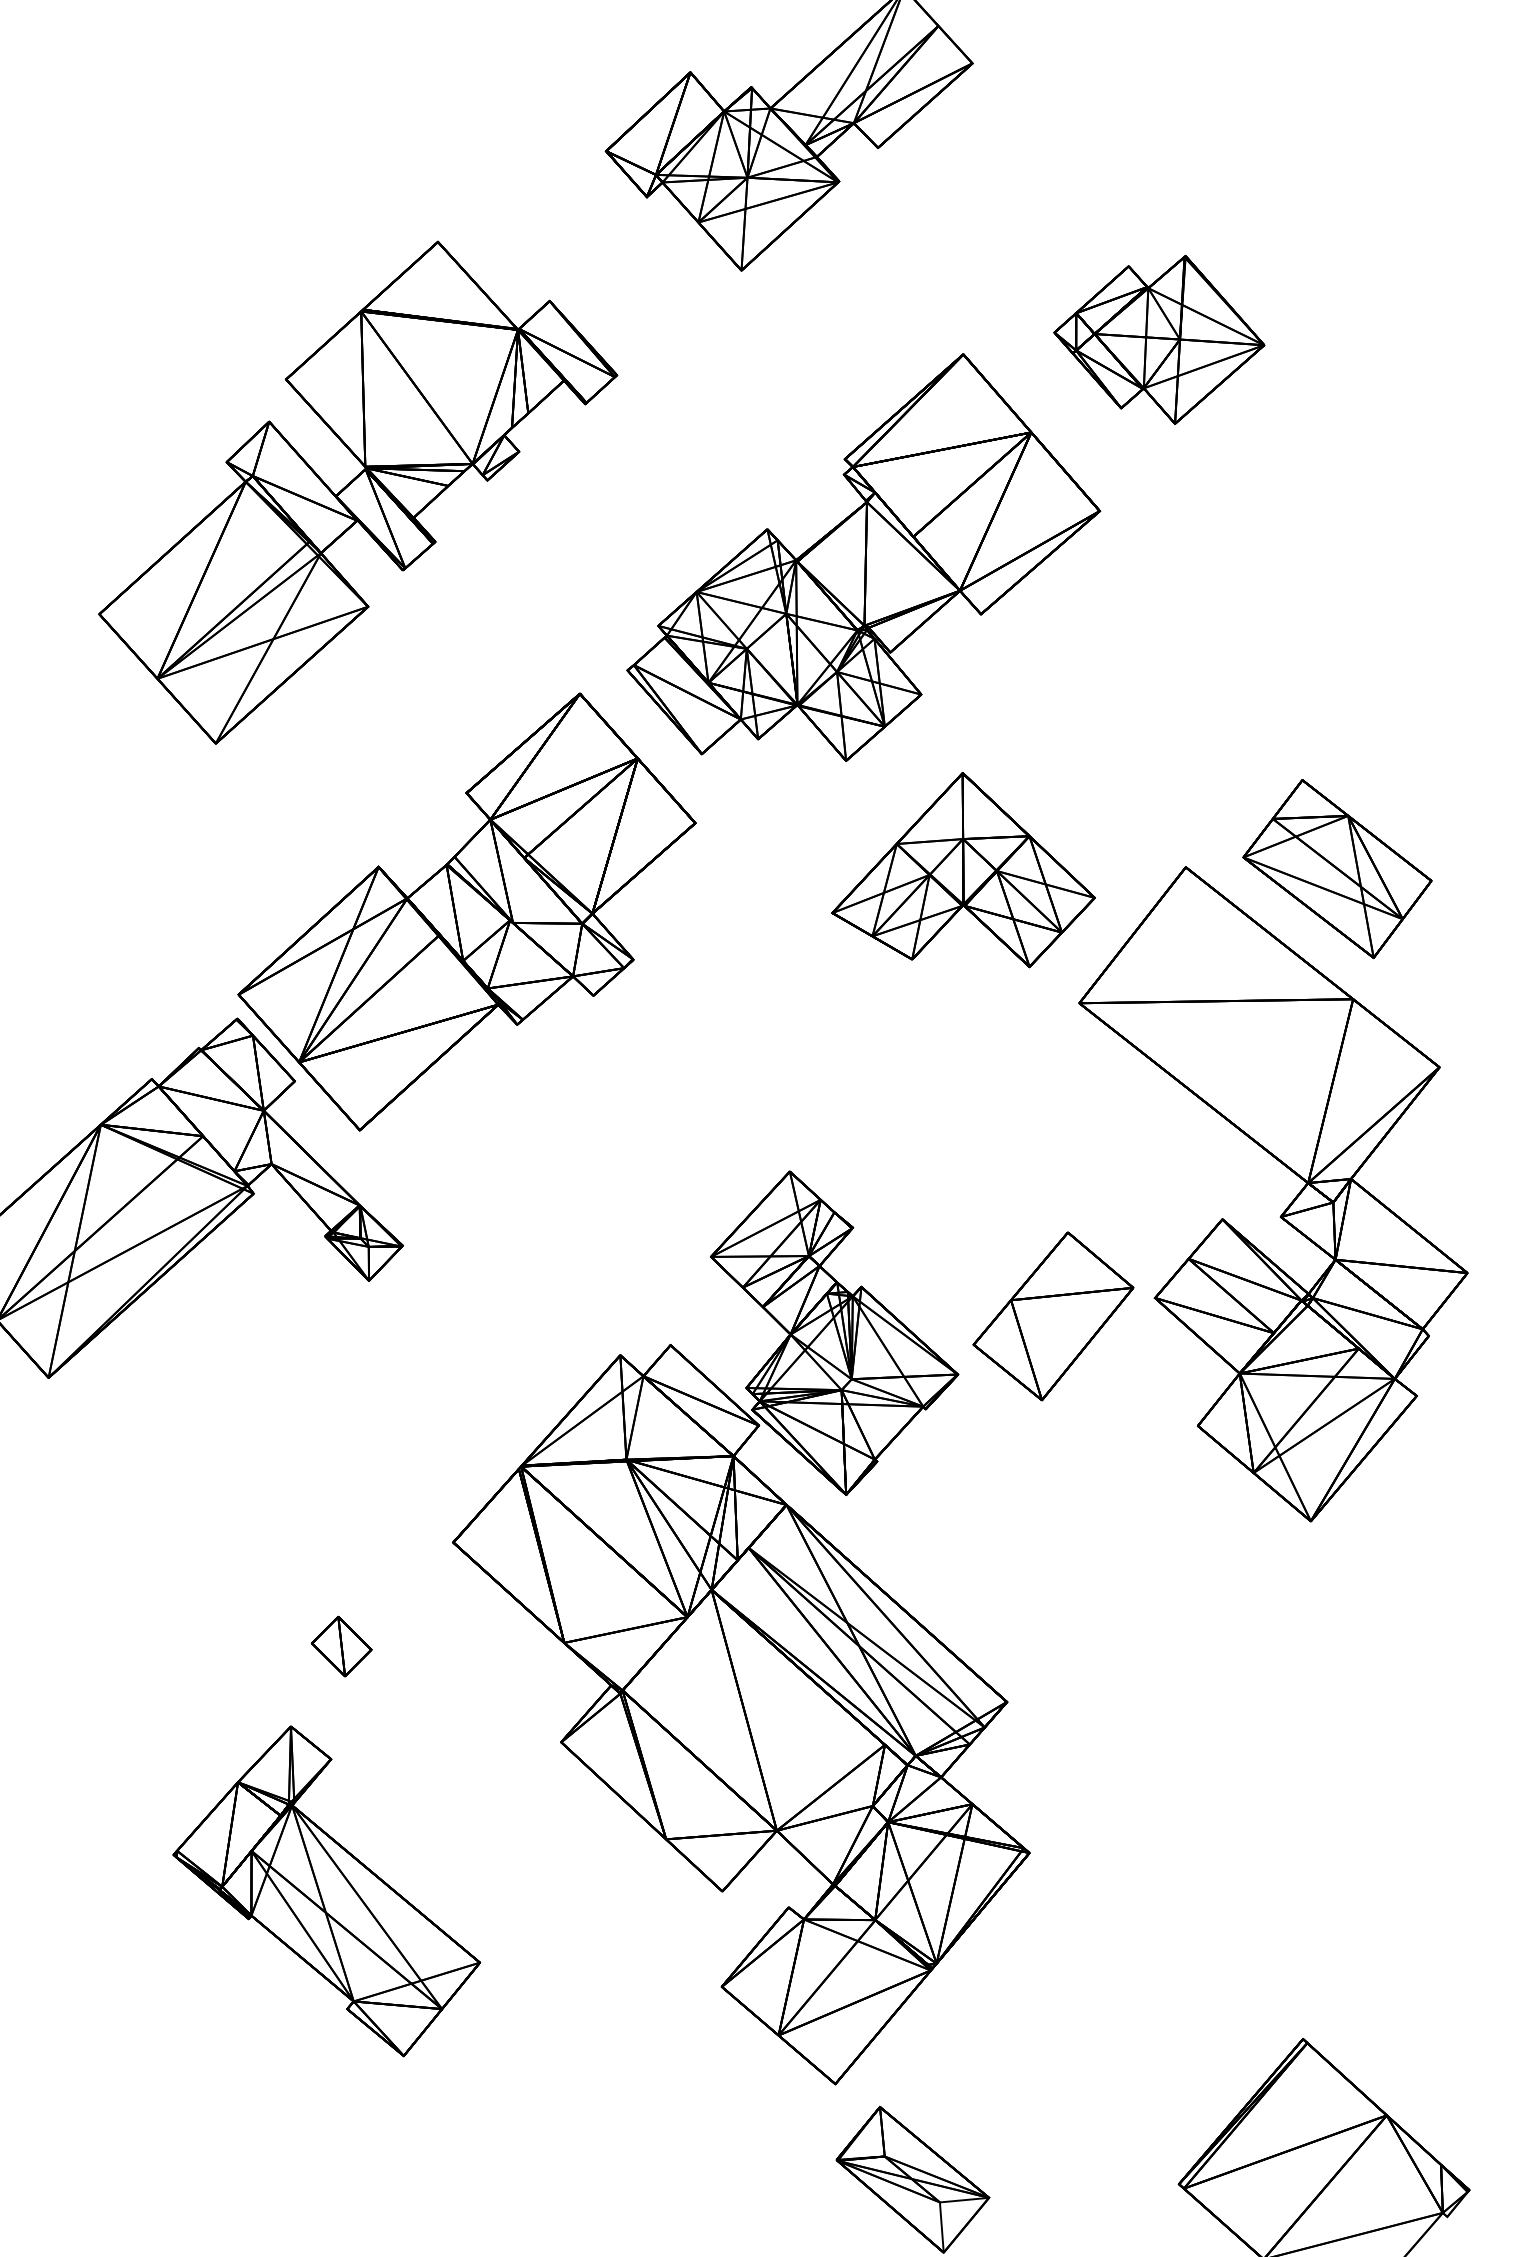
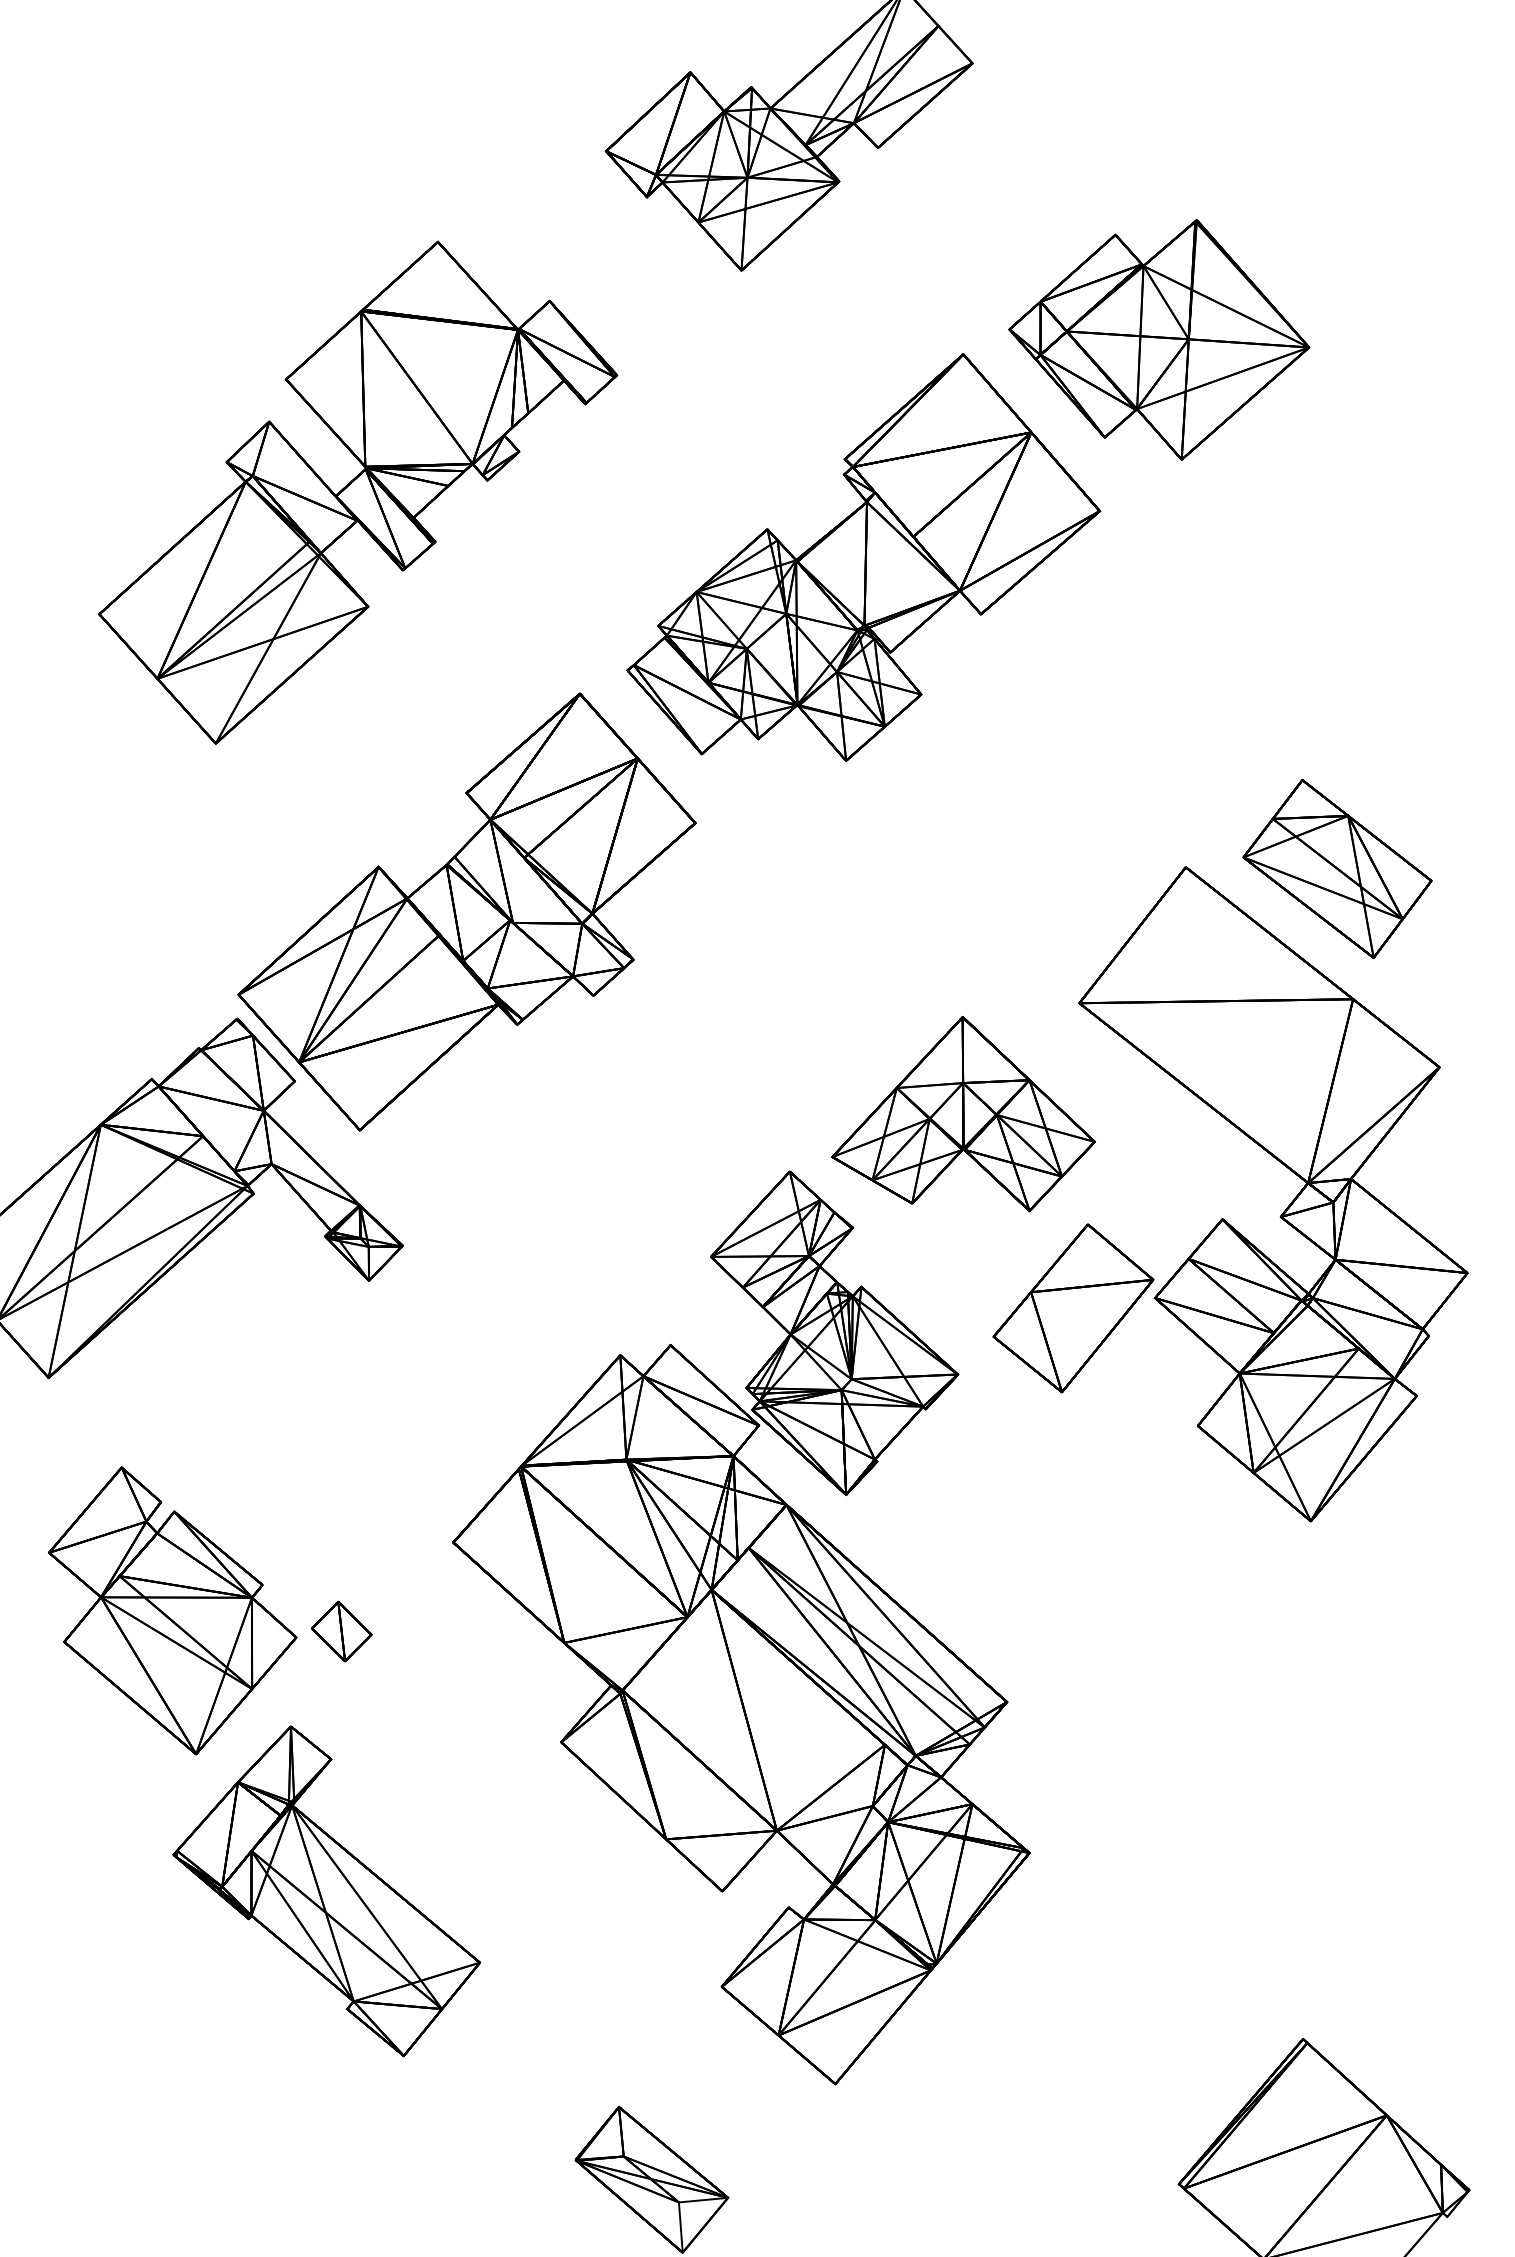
part at (1159, 339) size: 213x171 px -> 303x242 px
part at (963, 869) position: (963, 869) -> (963, 1113)
part at (1053, 1316) position: (1053, 1316) -> (1073, 1308)
part at (172, 1610): none -> present
part at (341, 1646) position: (341, 1646) -> (341, 1631)
part at (912, 2179) position: (912, 2179) -> (651, 2179)
